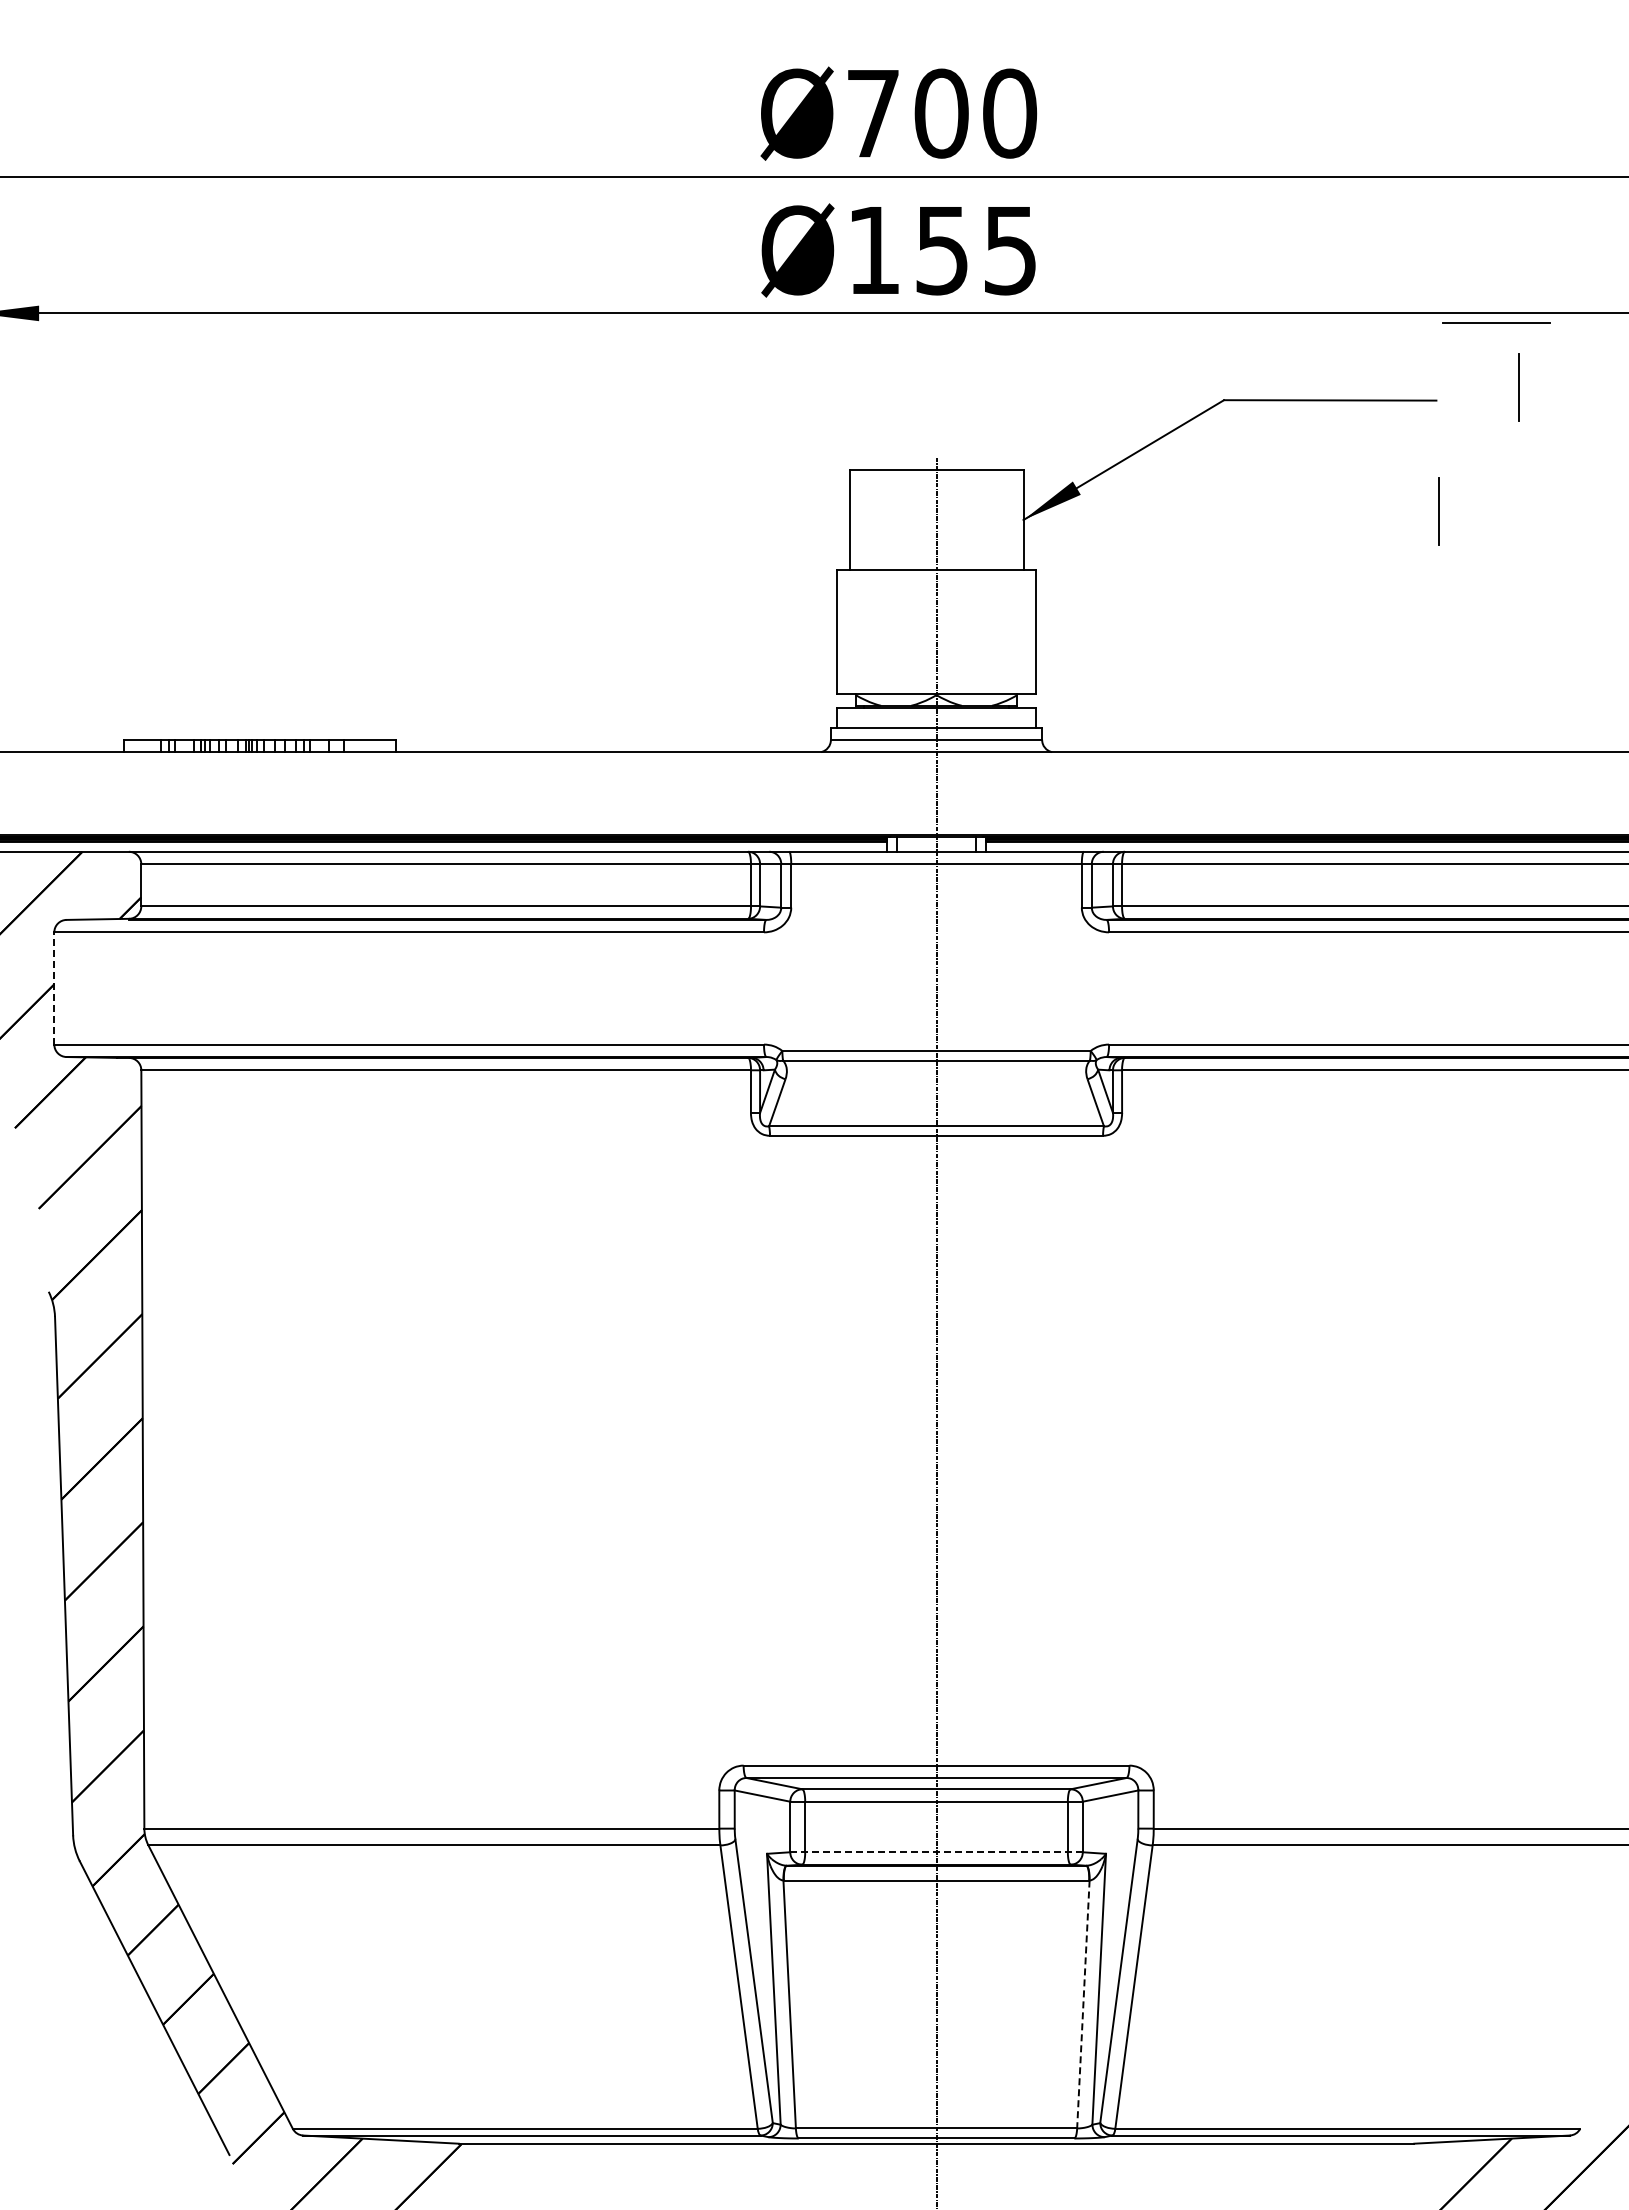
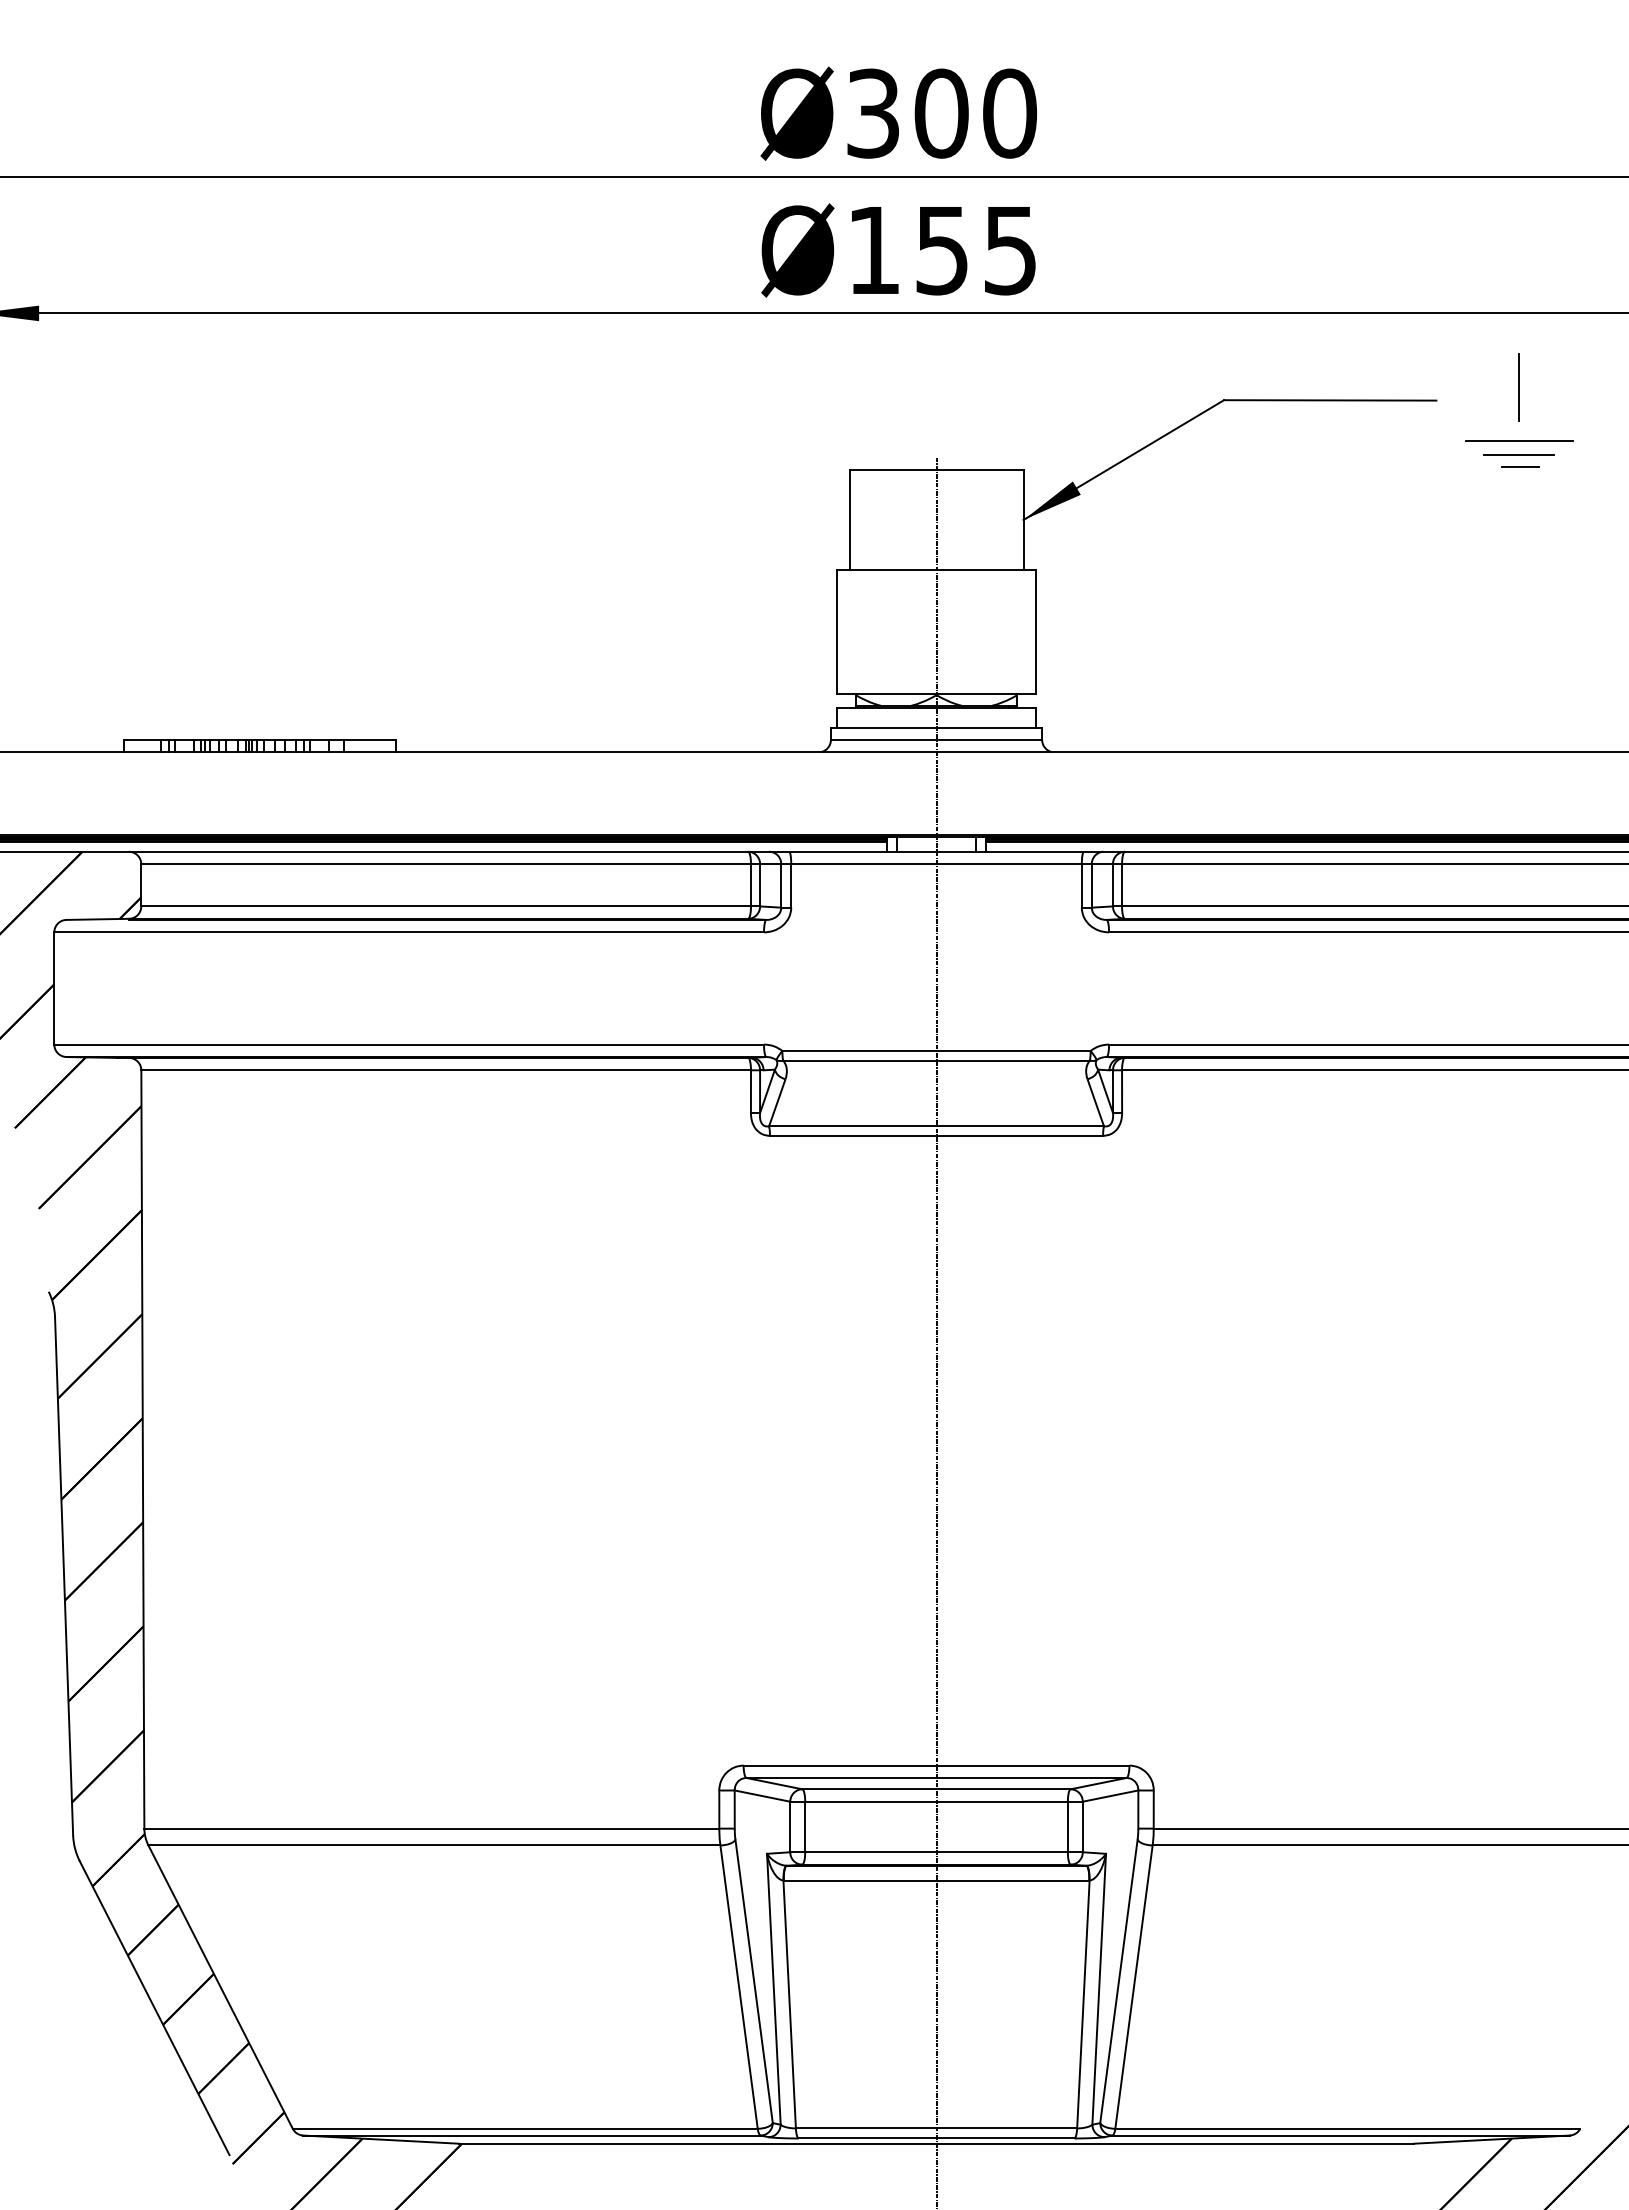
text at (873, 113): Ø700 -> Ø300
line at (1496, 322) position: (1496, 322) -> (1519, 440)
line at (1519, 455): none -> present
line at (1520, 466): none -> present
line at (1438, 511): present -> none
line at (54, 987): dashed -> solid
line at (936, 1852): dashed -> solid
line at (1083, 2004): dashed -> solid
